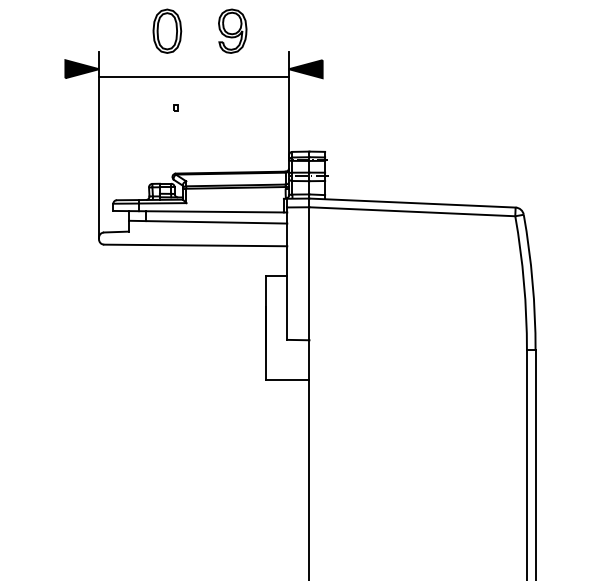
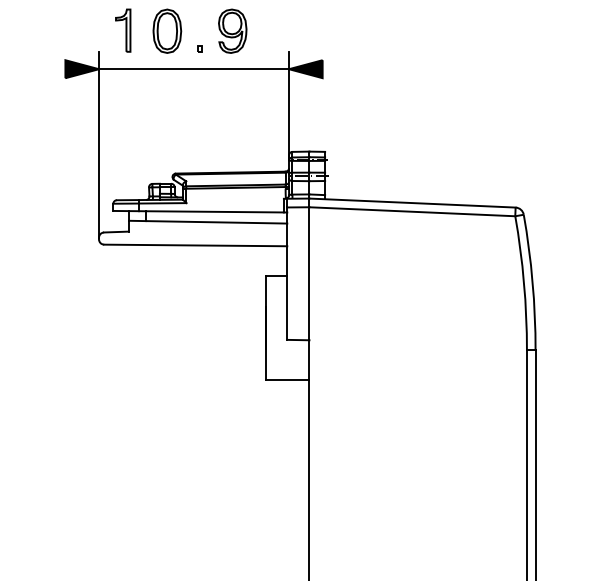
part at (123, 30): none -> present
line at (194, 77) position: (194, 77) -> (194, 69)
part at (175, 107) position: (175, 107) -> (199, 48)
